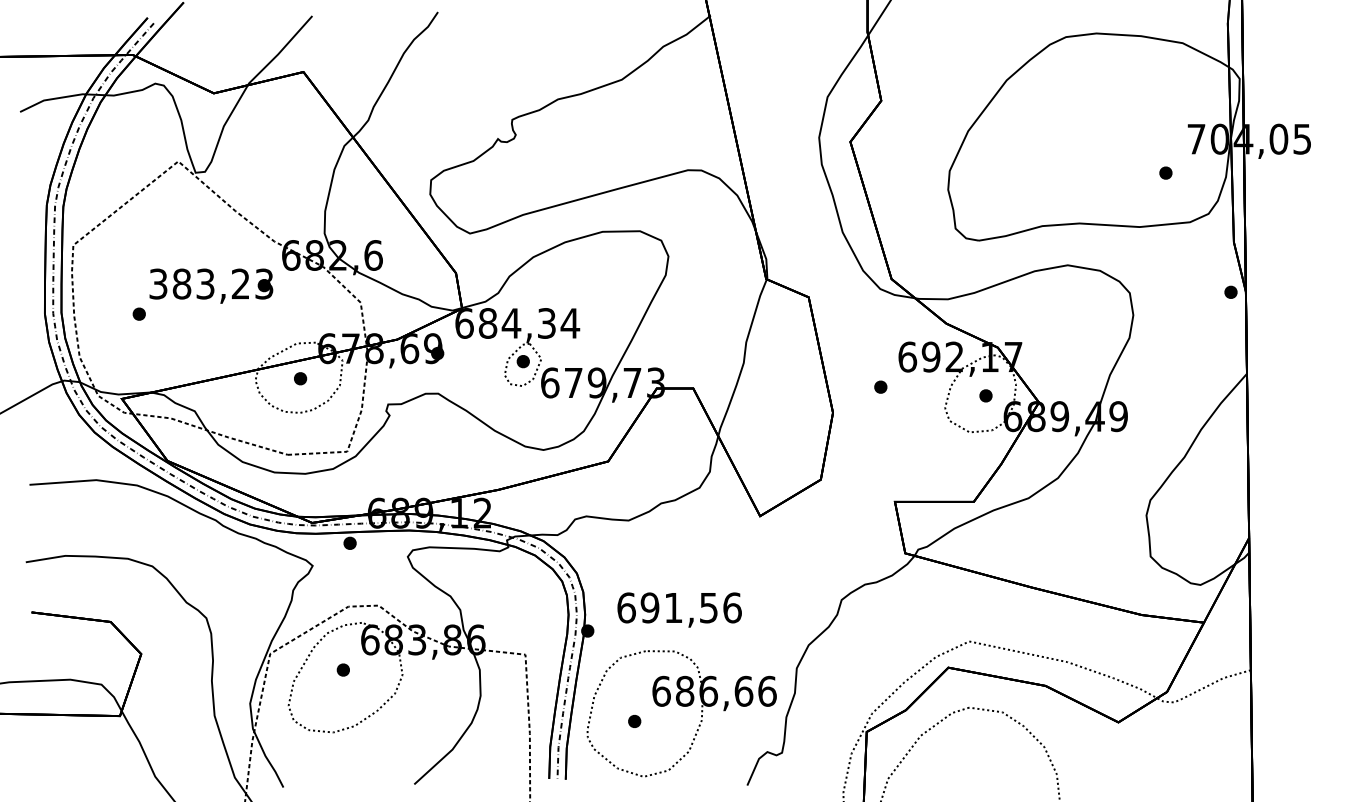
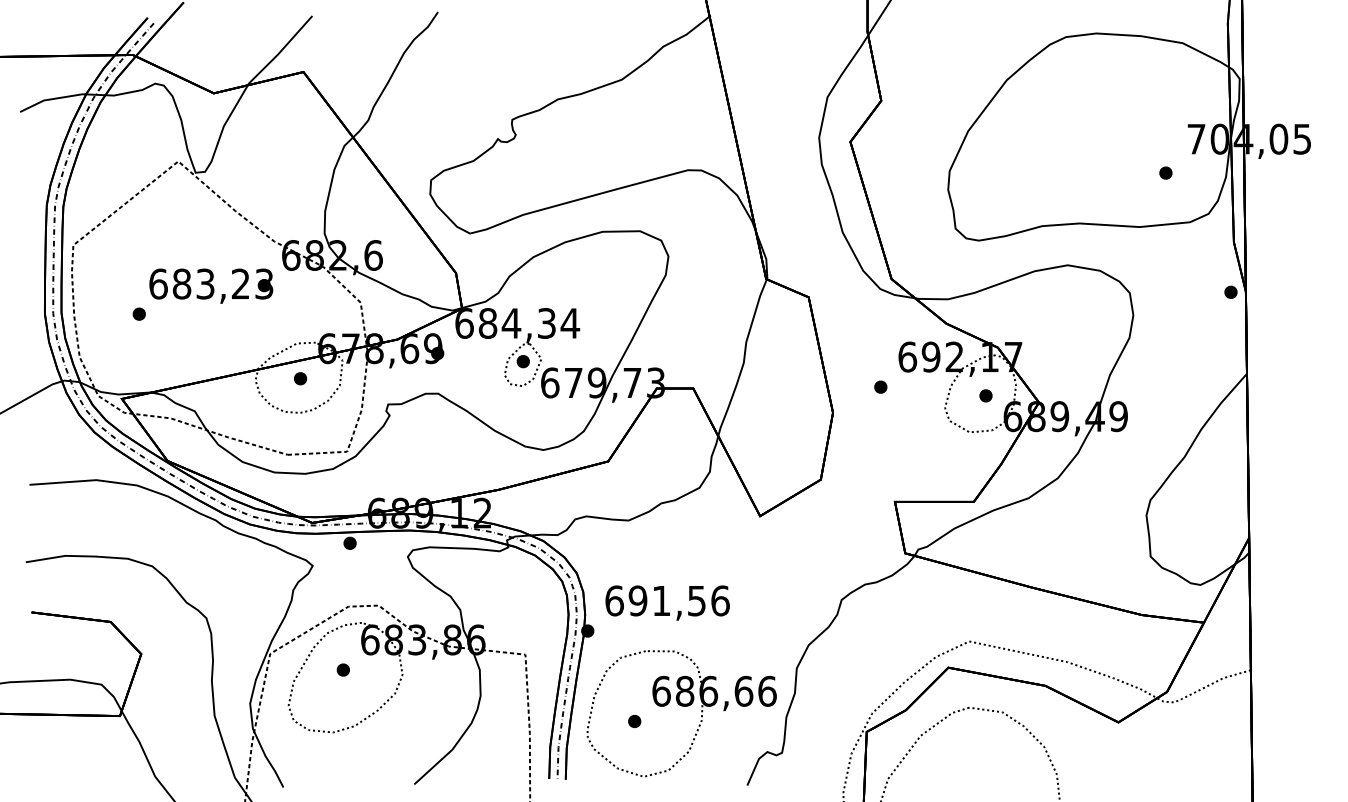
text at (158, 283): 383,23 -> 683,23
text at (679, 609) position: (679, 609) -> (667, 602)
